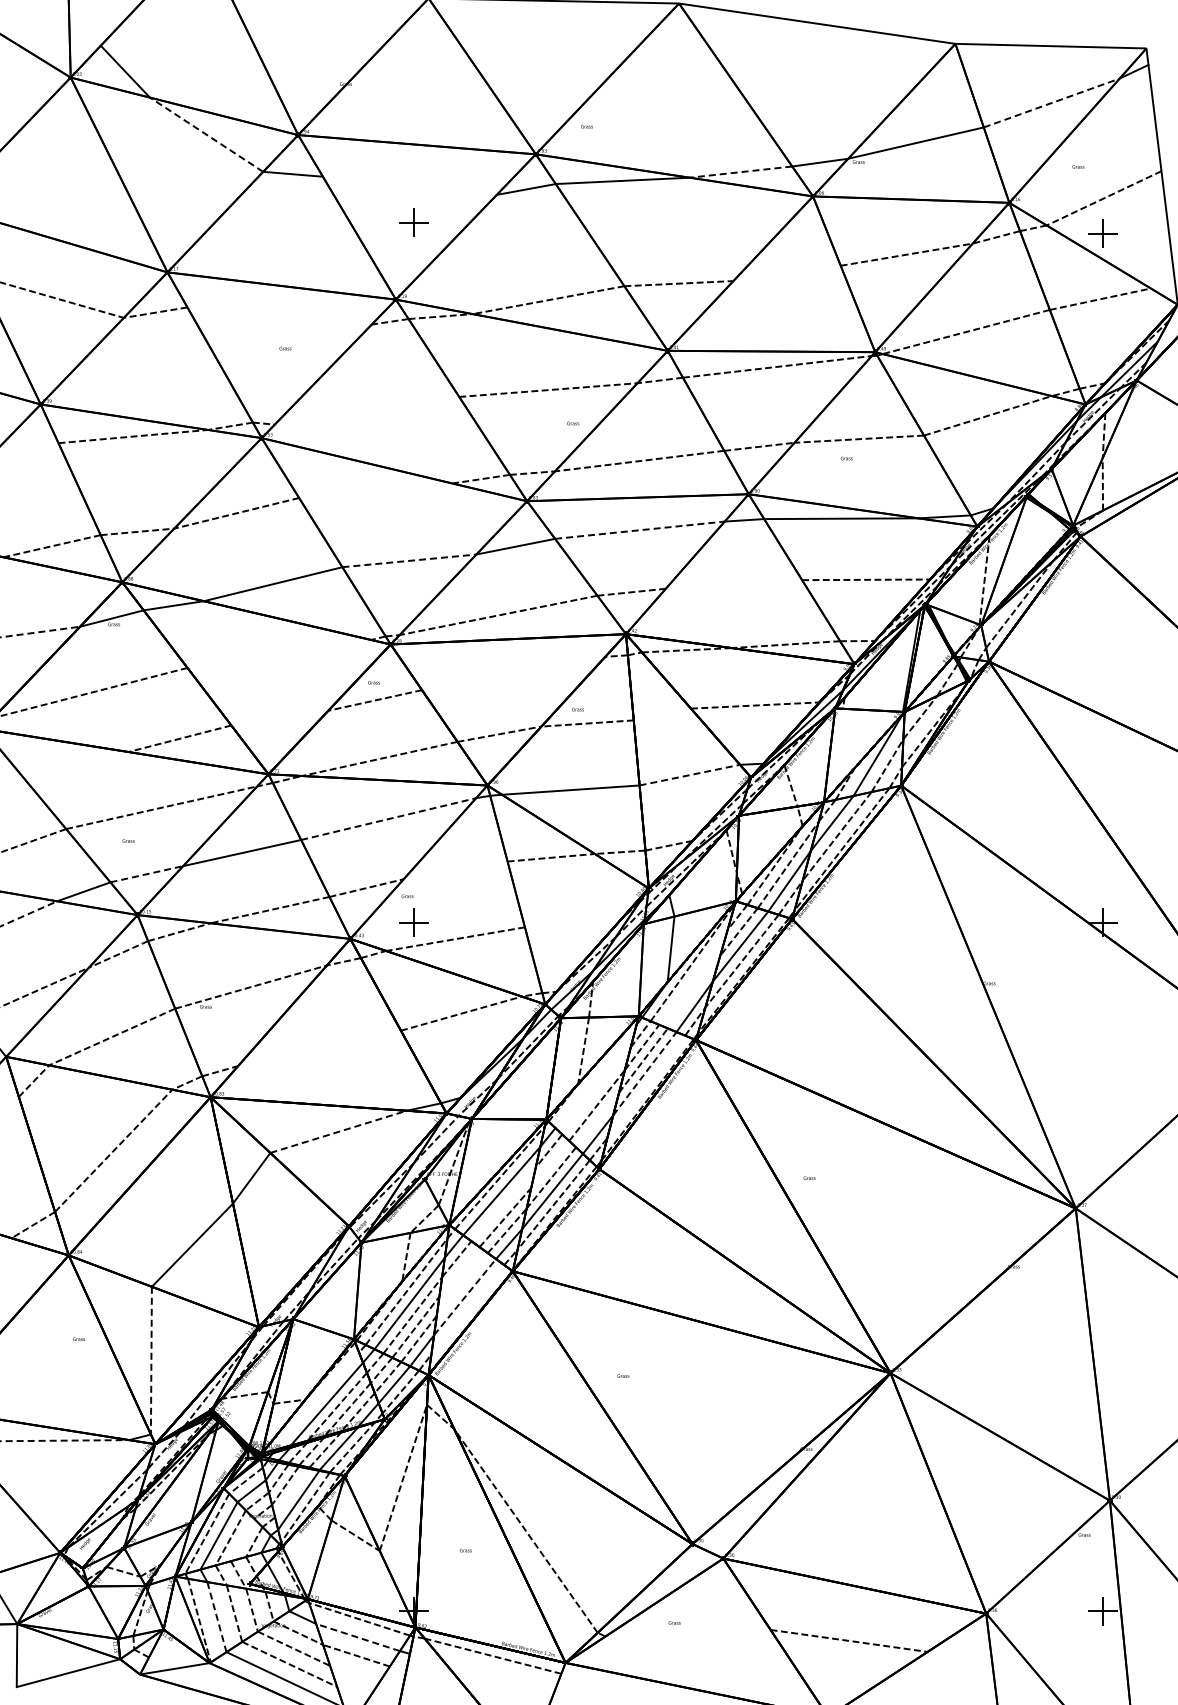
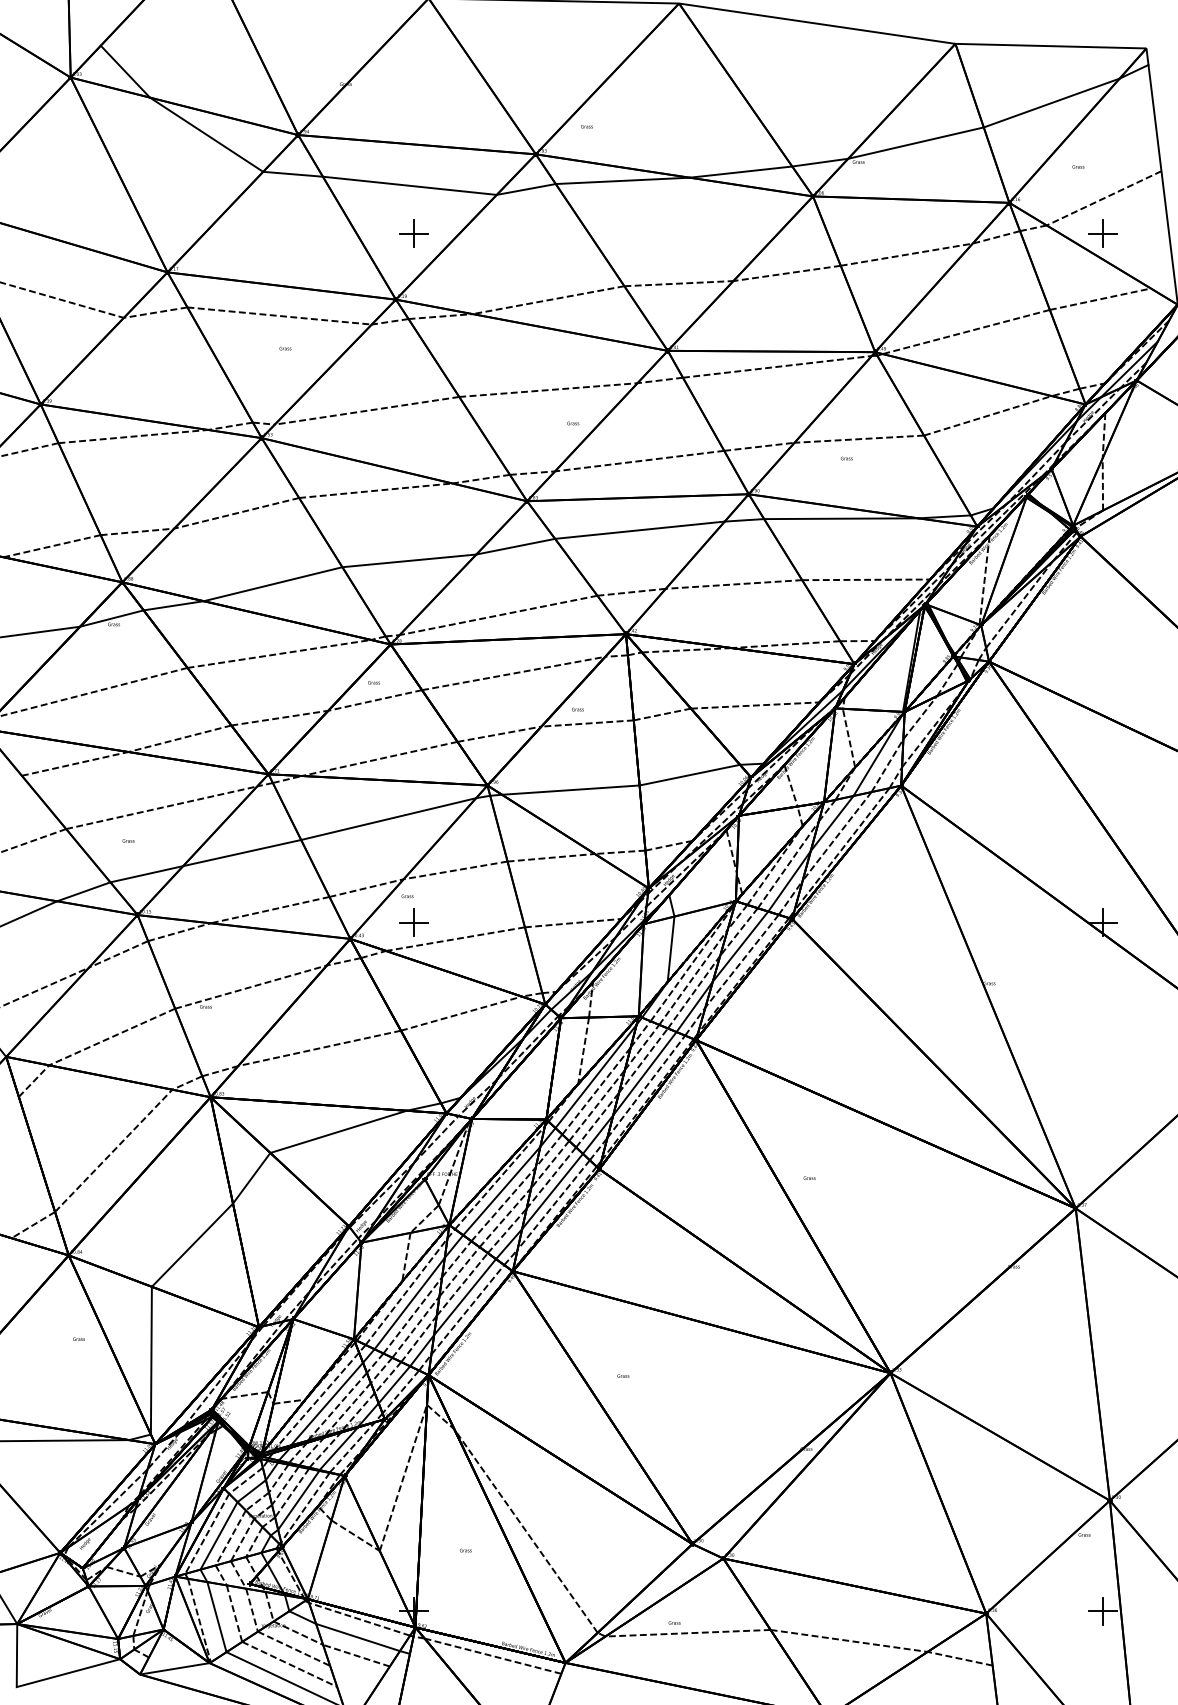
line at (1052, 102): dashed -> solid
line at (206, 134): dashed -> solid
line at (741, 172): dashed -> solid
line at (409, 185): none -> present
part at (413, 222) position: (413, 222) -> (413, 233)
line at (786, 273): none -> present
line at (279, 315): none -> present
line at (366, 410): none -> present
line at (30, 449): none -> present
line at (375, 490): none -> present
line at (640, 530): dashed -> solid
line at (409, 560): dashed -> solid
line at (733, 584): none -> present
line at (40, 632): dashed -> solid
line at (279, 653): none -> present
line at (513, 673): none -> present
line at (662, 714): none -> present
line at (279, 717): none -> present
line at (848, 737): none -> present
line at (74, 763): none -> present
line at (690, 775): dashed -> solid
line at (388, 819): dashed -> solid
line at (455, 870): none -> present
line at (147, 874): dashed -> solid
line at (29, 913): dashed -> solid
line at (572, 922): none -> present
line at (693, 976): none -> present
line at (693, 991): none -> present
line at (319, 1048): none -> present
line at (645, 1073): dashed -> solid
line at (595, 1076): none -> present
line at (646, 1086): none -> present
line at (596, 1090): none -> present
line at (597, 1119): none -> present
line at (339, 1131): dashed -> solid
line at (550, 1164): none -> present
line at (503, 1204): none -> present
line at (459, 1271): none -> present
line at (461, 1284): none -> present
line at (465, 1296): dashed -> solid
line at (467, 1309): none -> present
line at (151, 1360): dashed -> solid
line at (316, 1401): none -> present
line at (65, 1440): dashed -> solid
line at (292, 1492): none -> present
line at (242, 1539): none -> present
line at (217, 1617): dashed -> solid
line at (687, 1632): none -> present
line at (357, 1637): dashed -> solid
line at (959, 1658): none -> present
